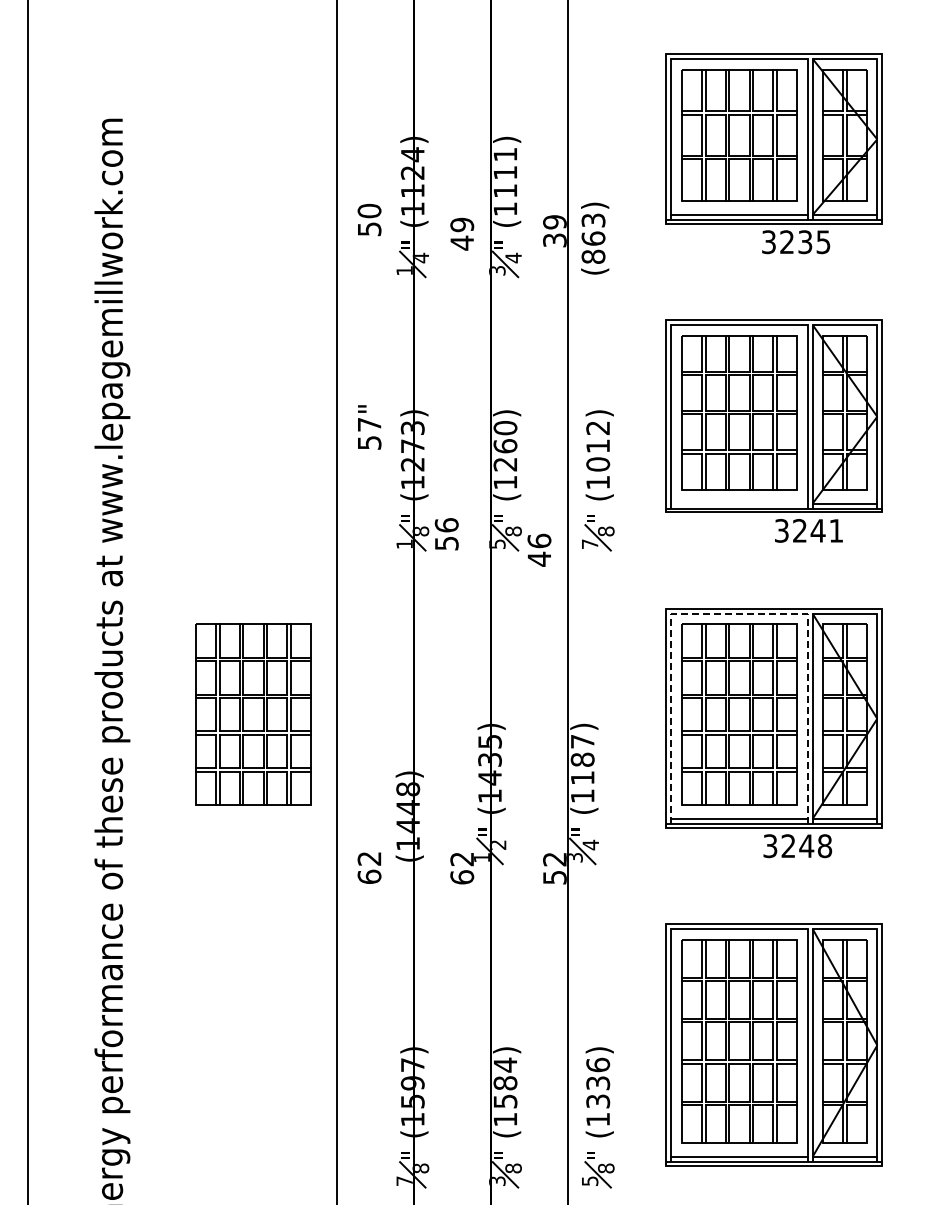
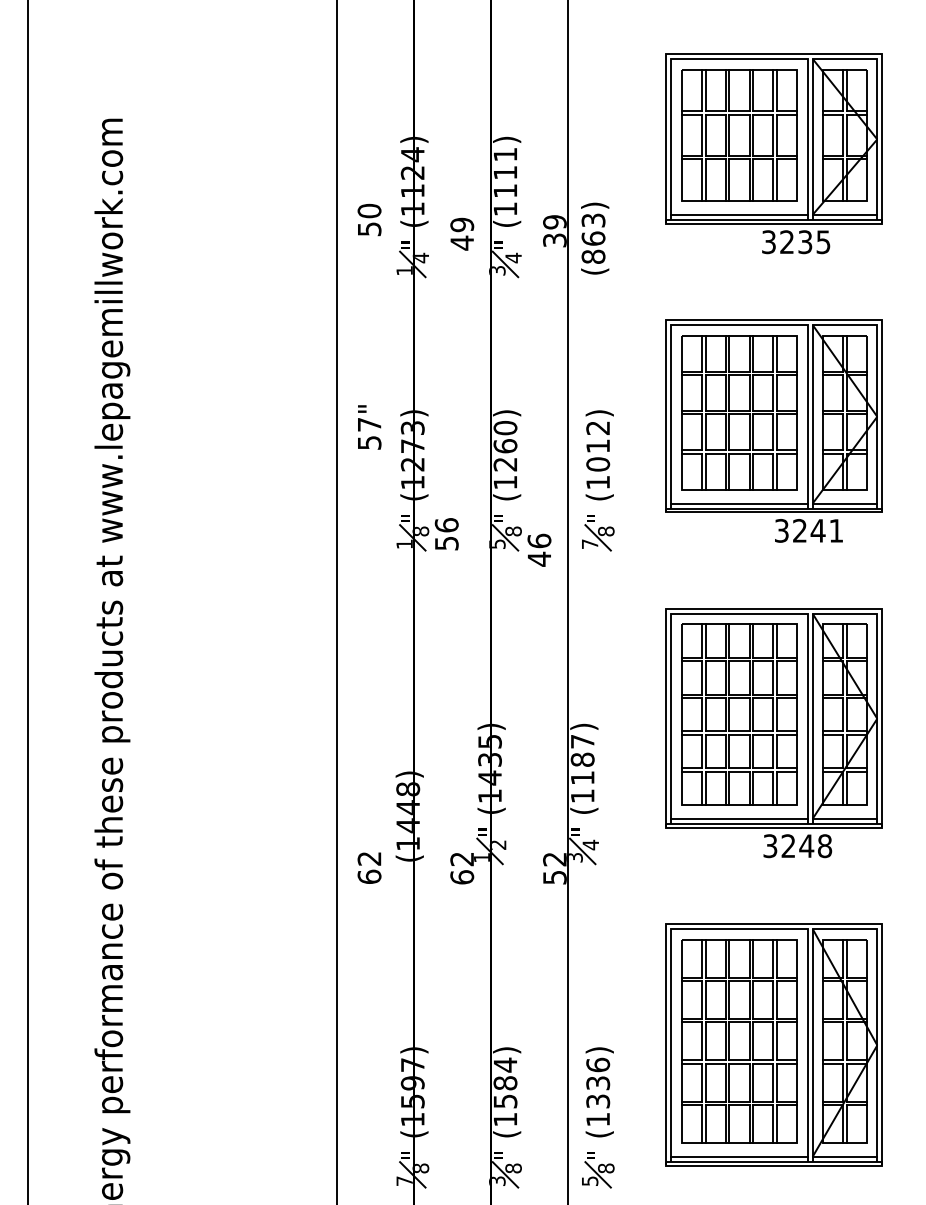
line at (739, 503): none -> present
line at (740, 613): dashed -> solid
part at (253, 714): present -> none
